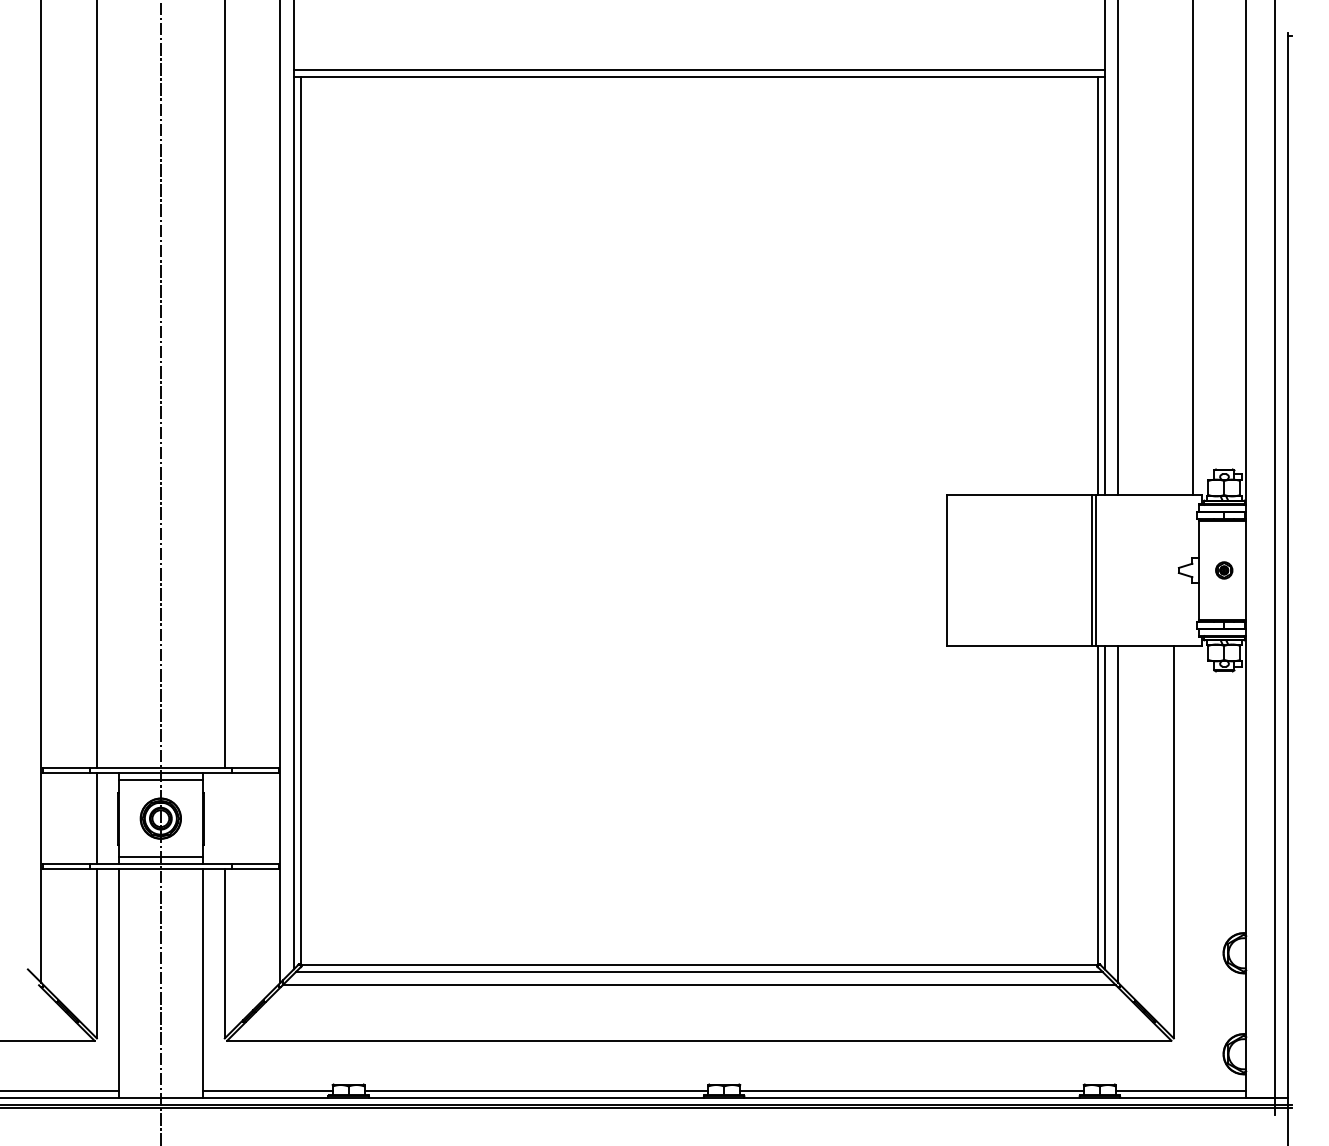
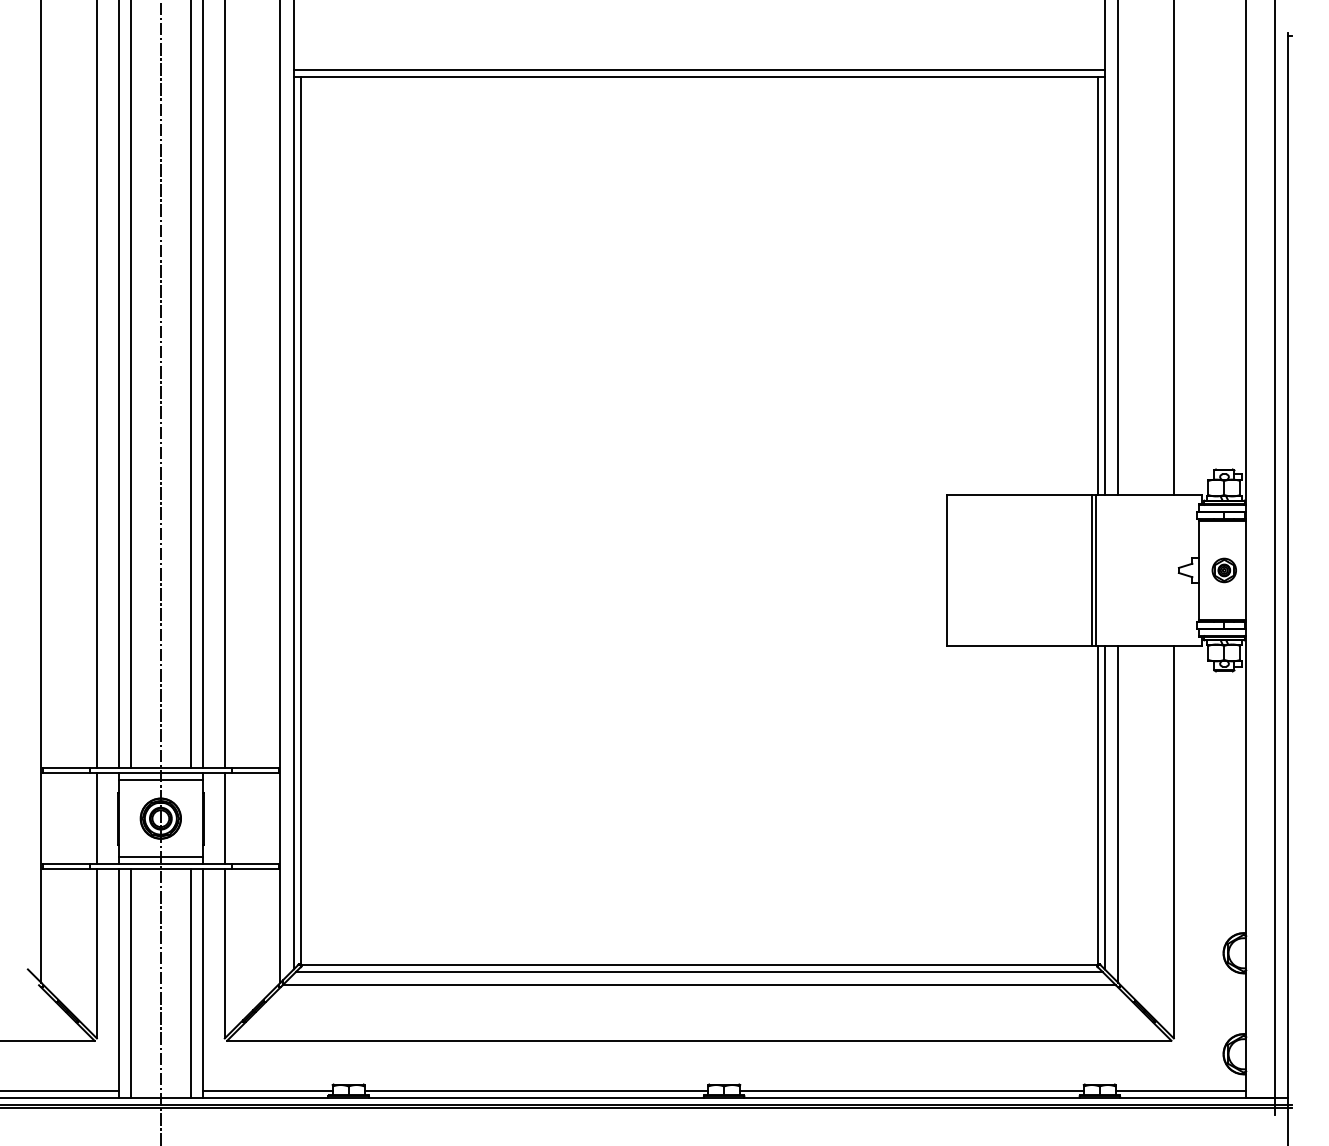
line at (1192, 248) position: (1192, 248) -> (1173, 248)
line at (118, 385): none -> present
line at (130, 385): none -> present
line at (191, 385): none -> present
line at (202, 385): none -> present
part at (1224, 570) size: 19x19 px -> 26x27 px
line at (224, 818): none -> present
line at (130, 983): none -> present
line at (191, 983): none -> present
